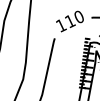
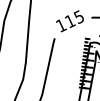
text at (78, 16): 110 -> 115
